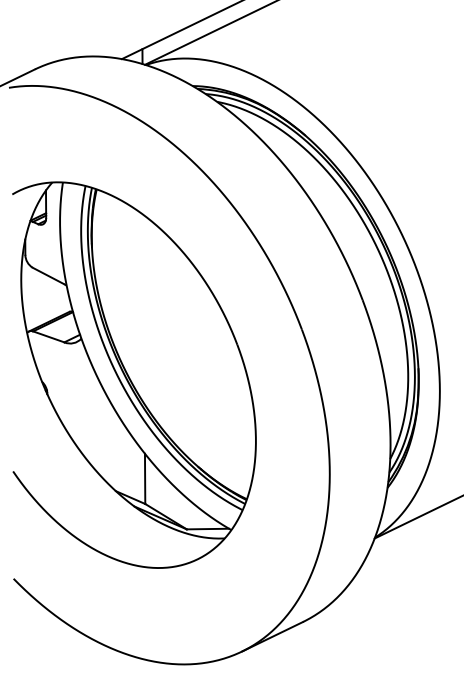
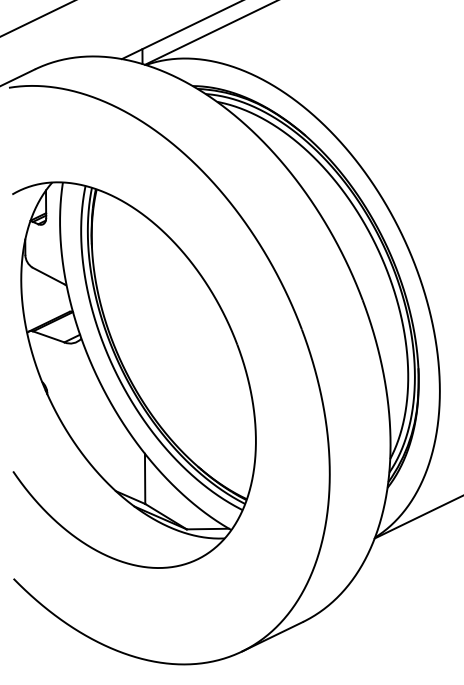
line at (37, 18): none -> present
